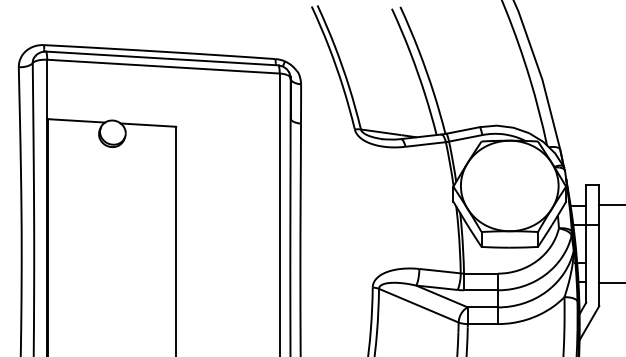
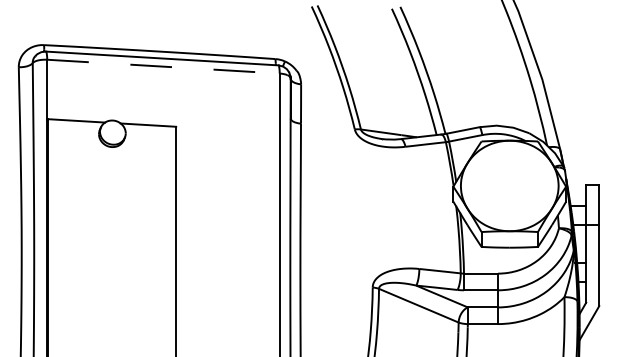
line at (163, 66): solid -> dashed
line at (610, 205): present -> none
line at (610, 283): present -> none
